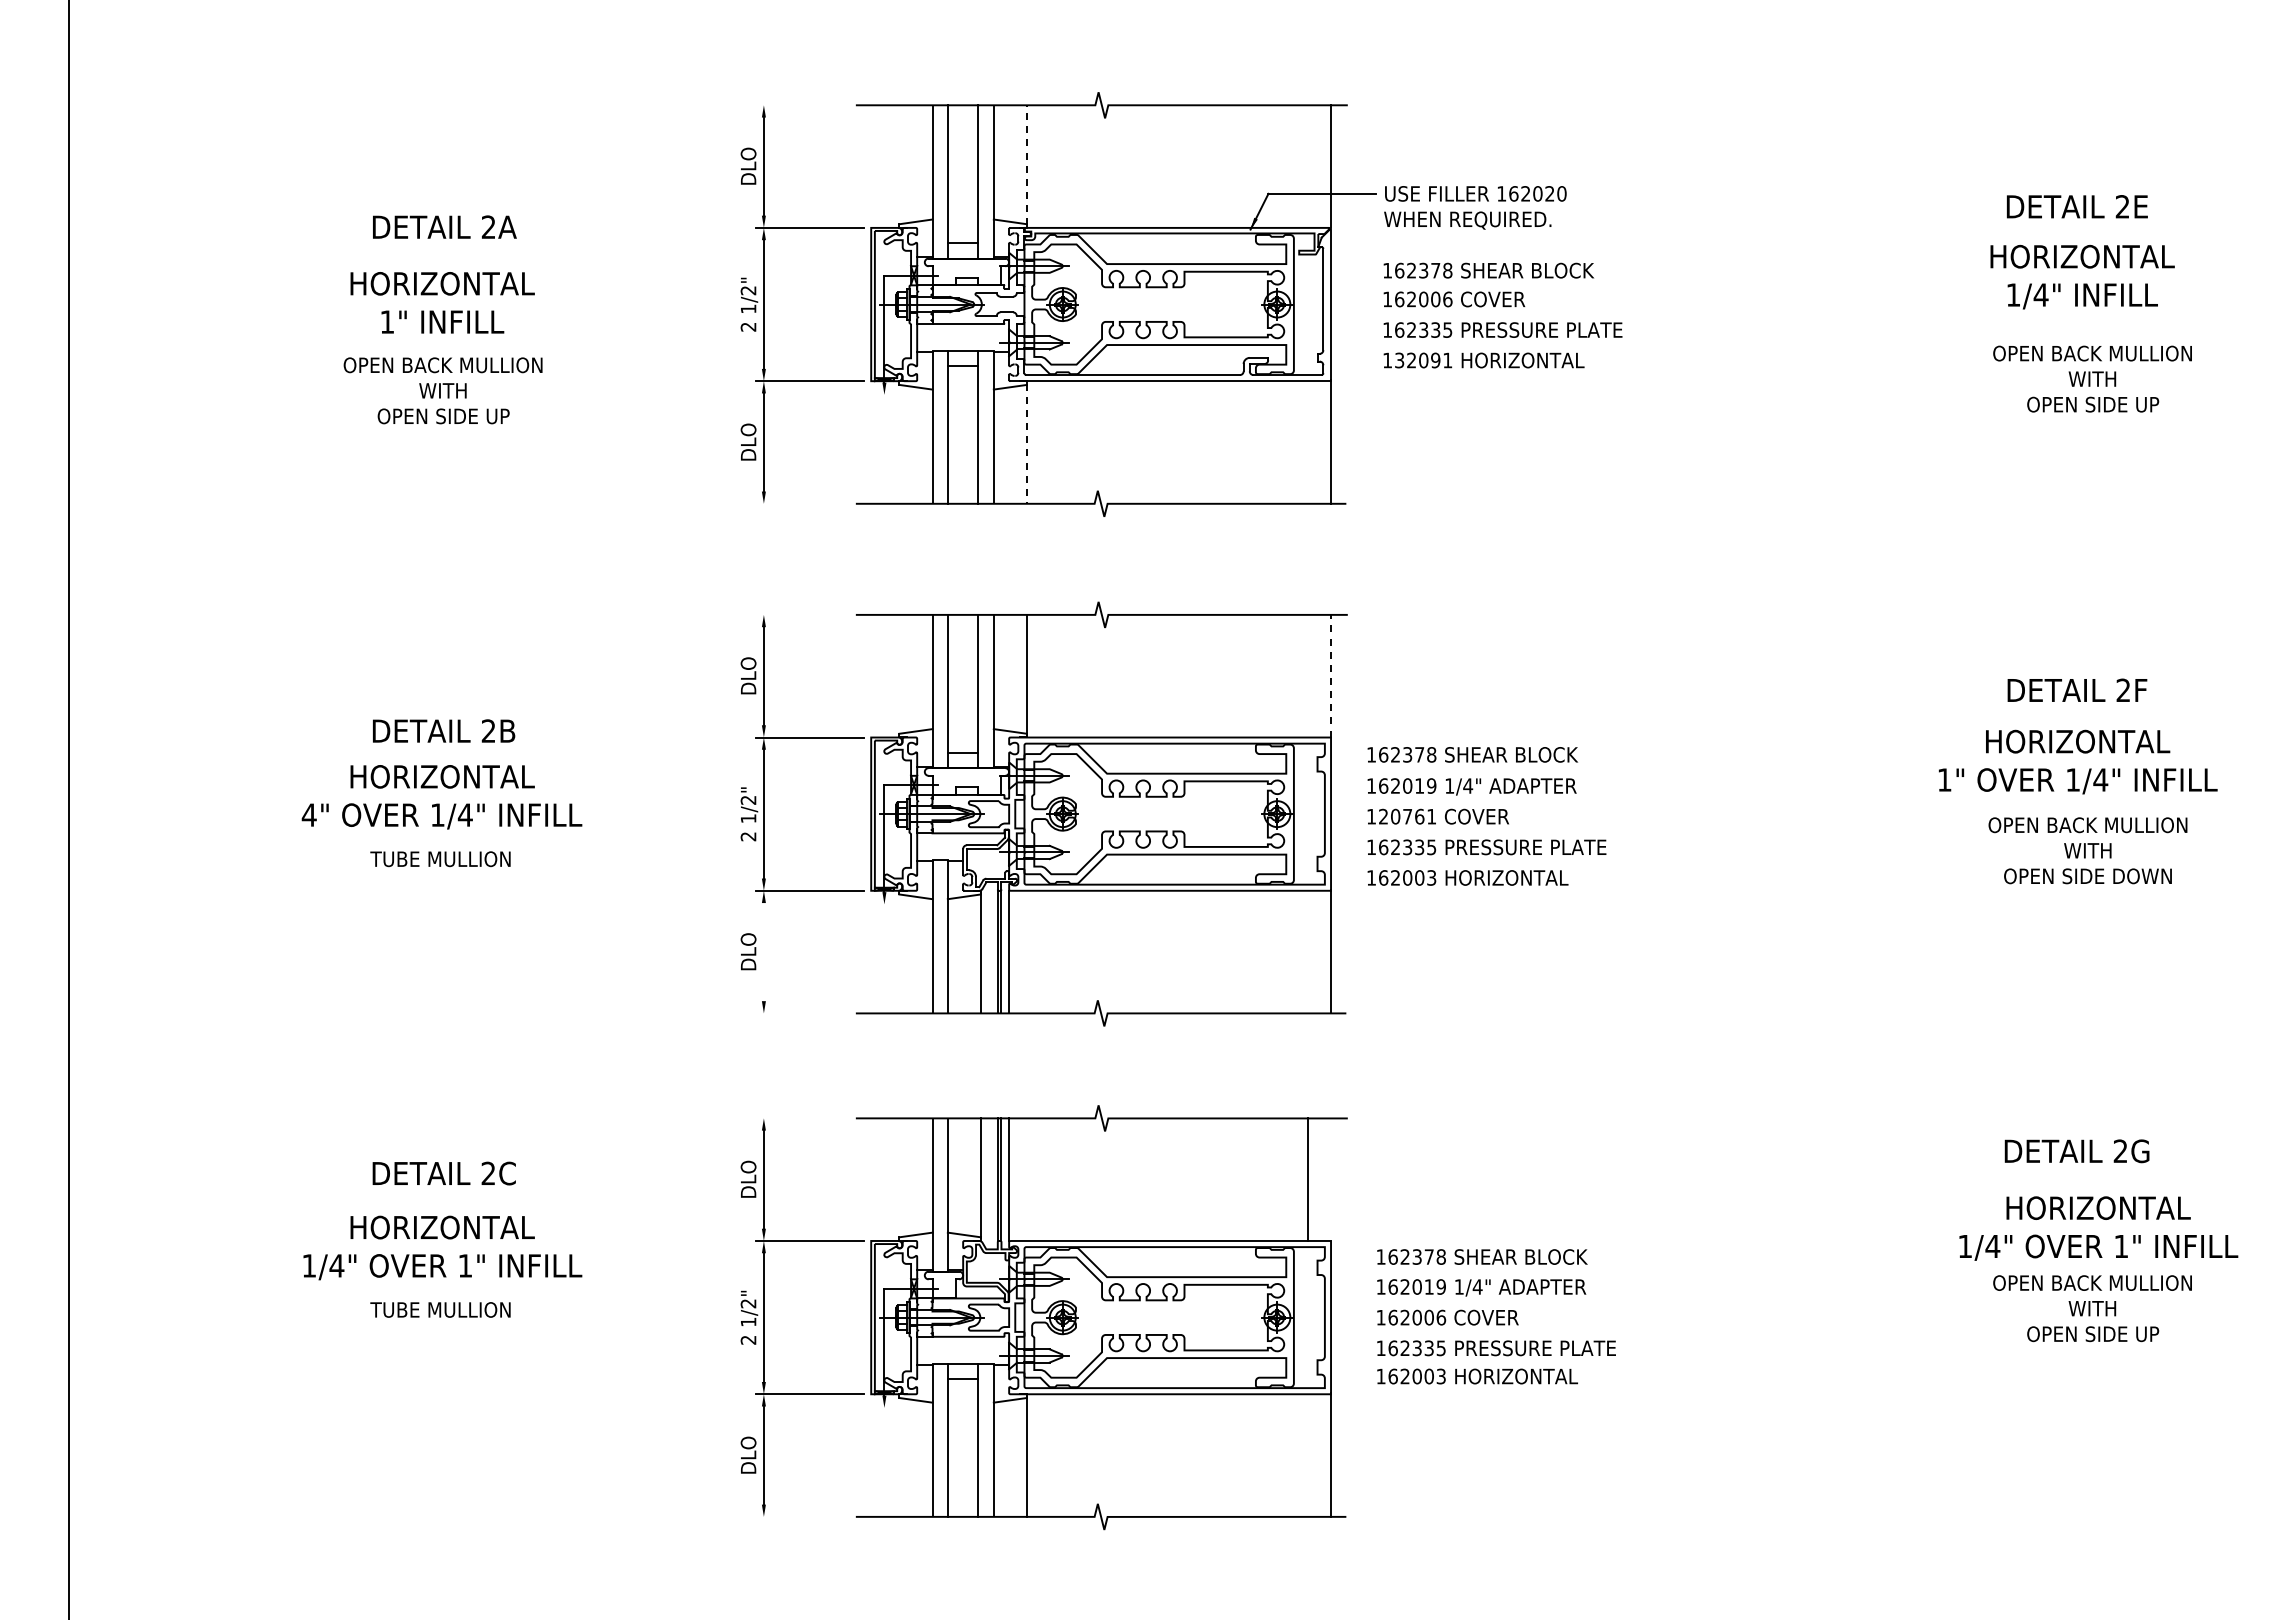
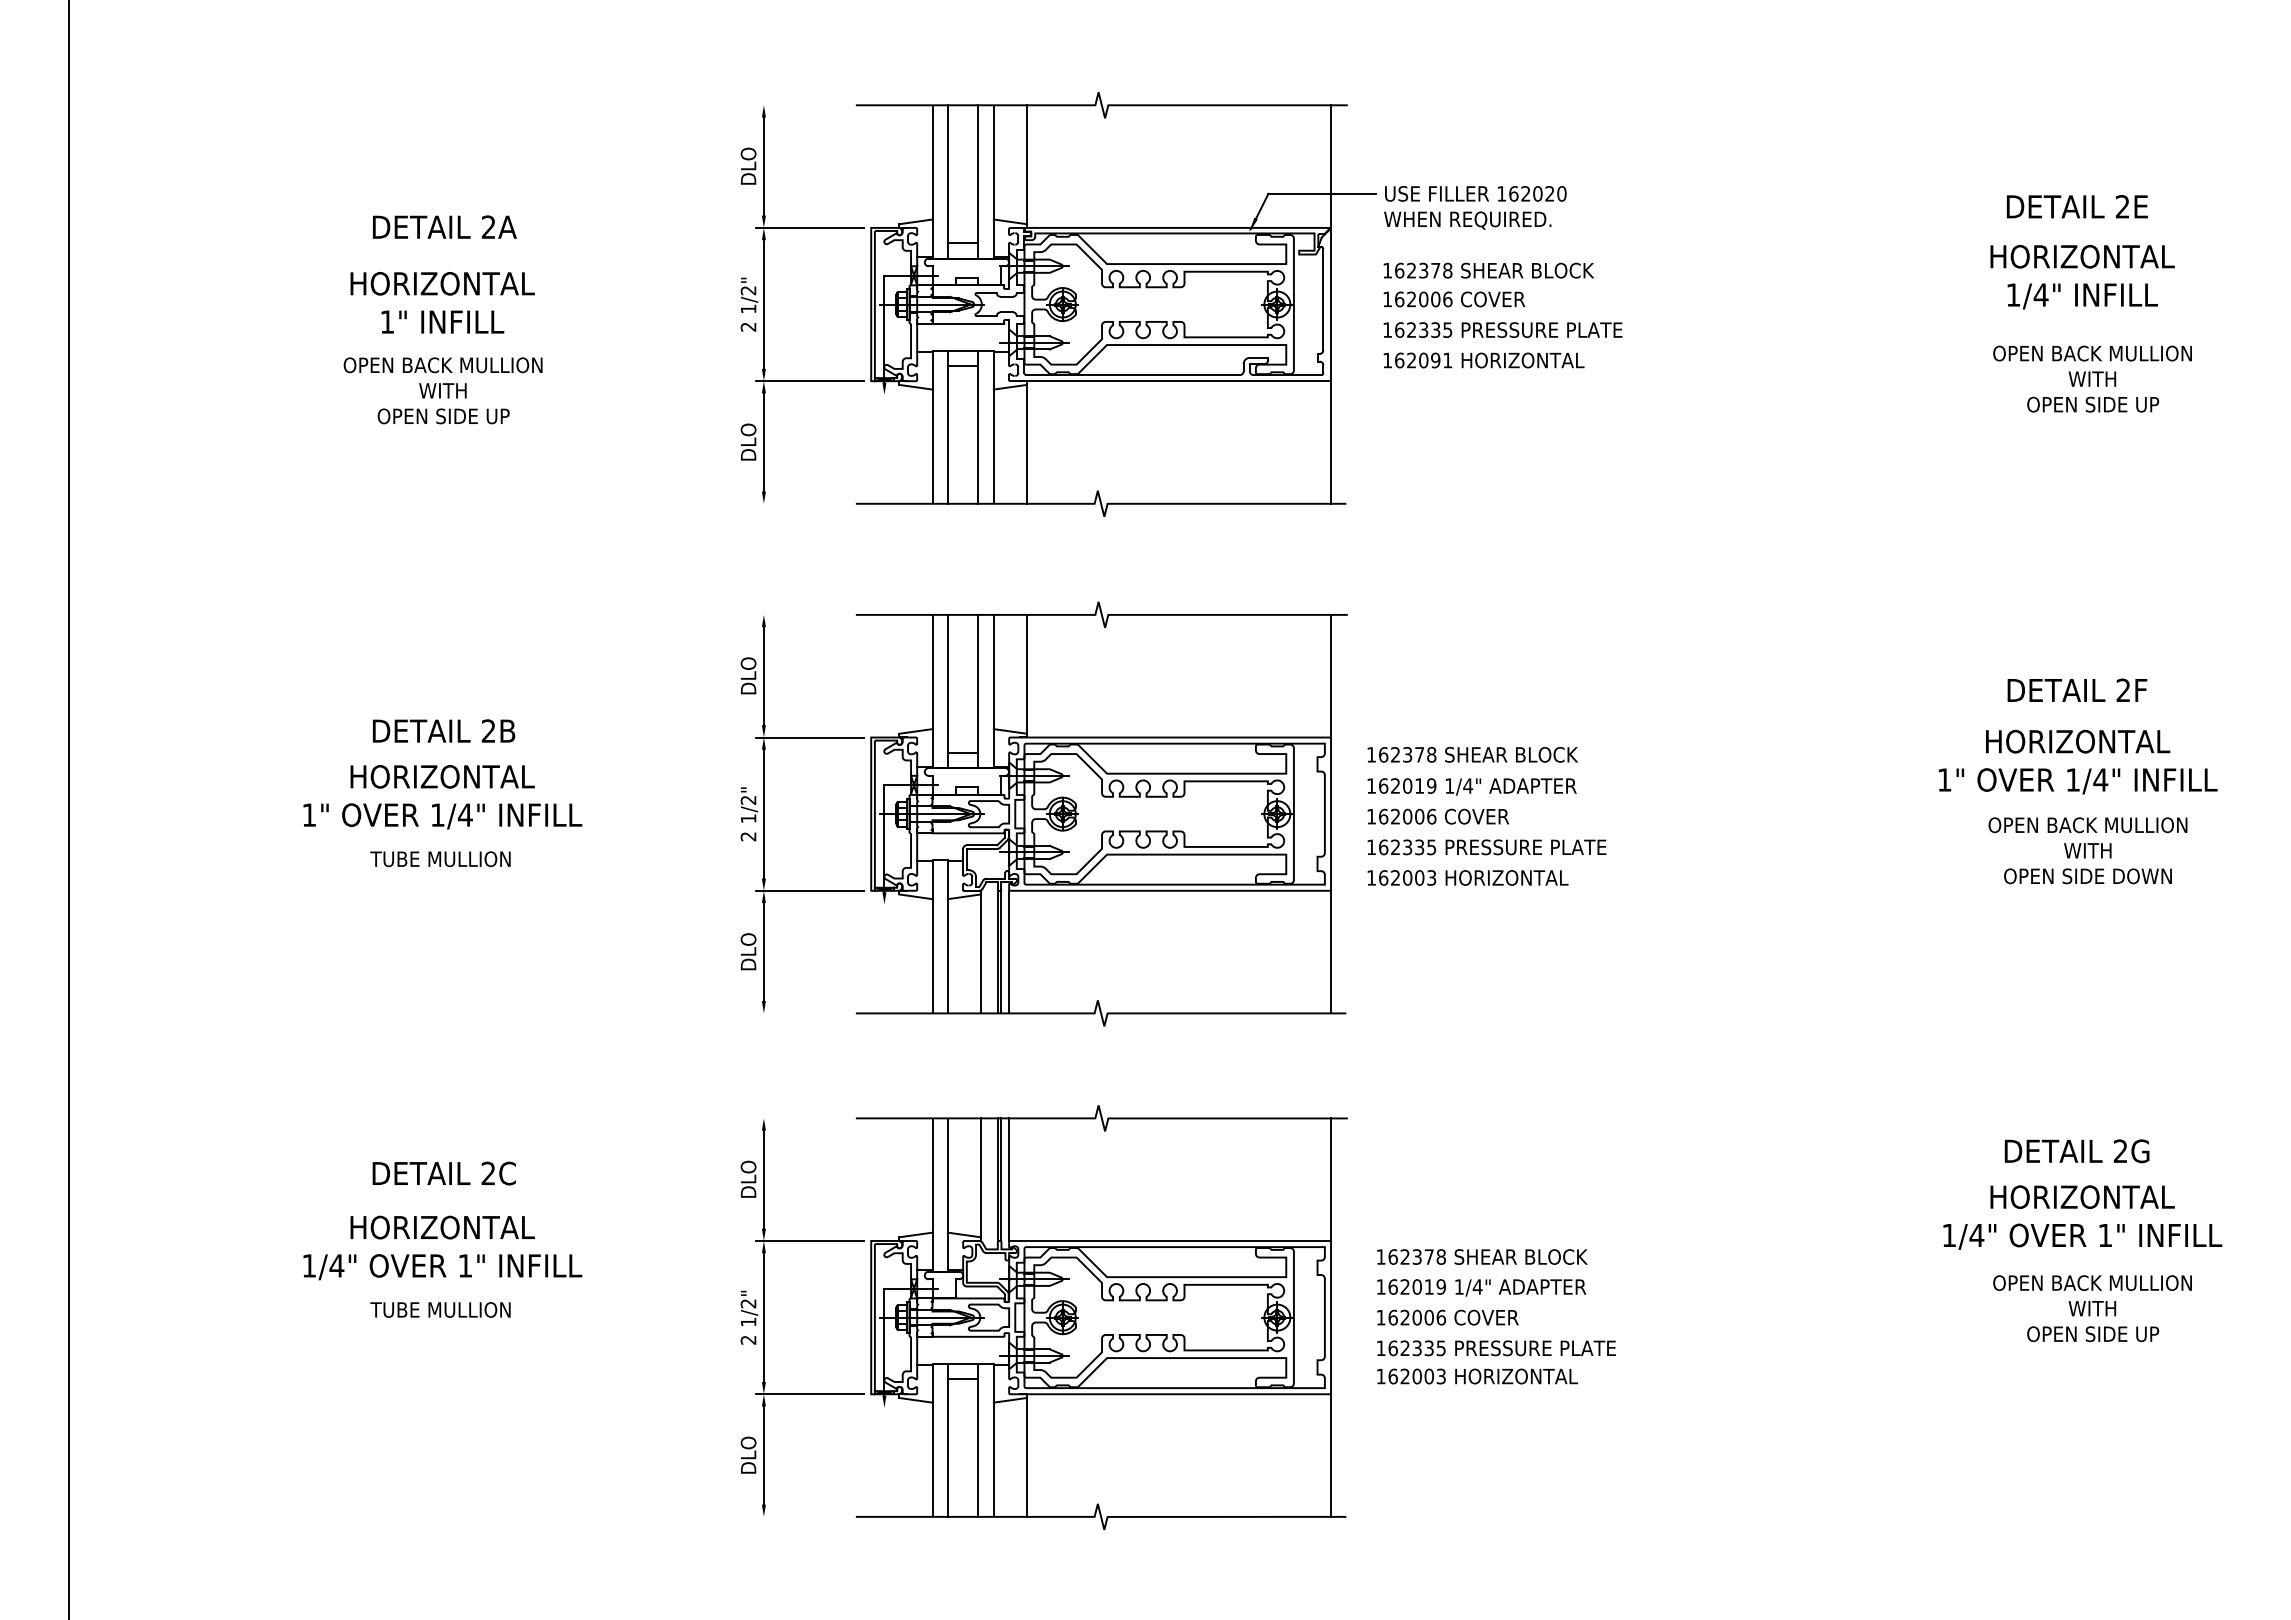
line at (1026, 165): dashed -> solid
text at (1399, 360): 132091 -> 162091
line at (1026, 443): dashed -> solid
line at (1331, 675): dashed -> solid
text at (308, 814): 4" -> 1"
text at (1407, 816): 120761 -> 162006
line at (763, 952): none -> present
line at (1308, 1179) position: (1308, 1179) -> (1331, 1179)
text at (2098, 1228) position: (2098, 1228) -> (2082, 1217)
